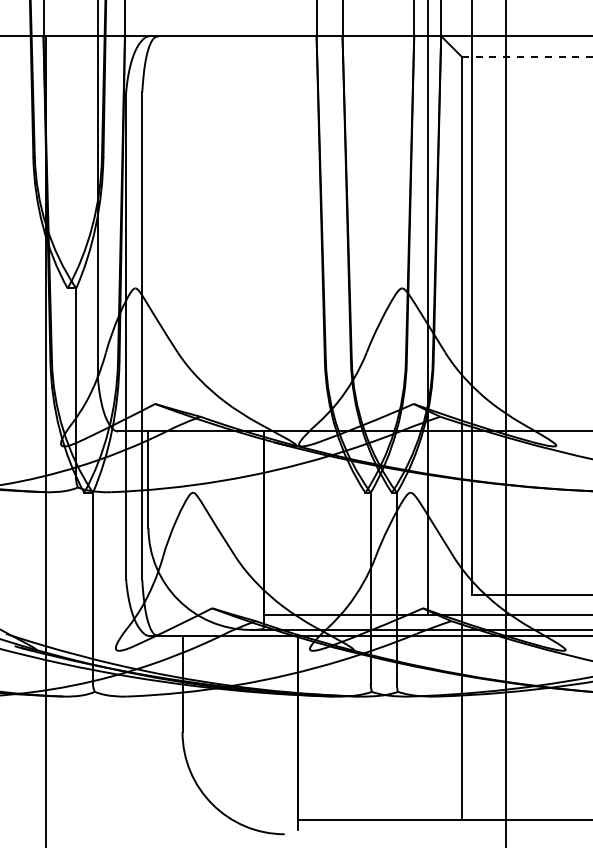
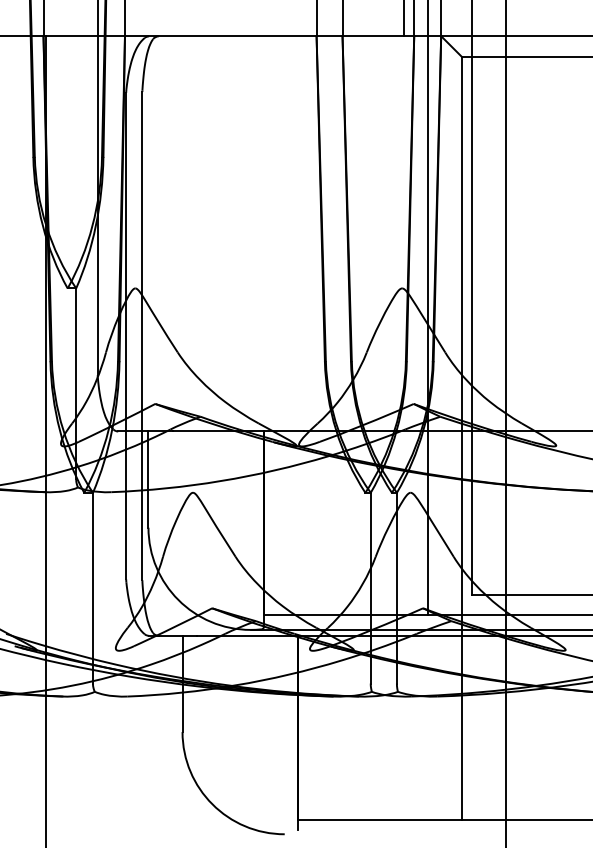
line at (403, 19): none -> present
line at (527, 56): dashed -> solid
